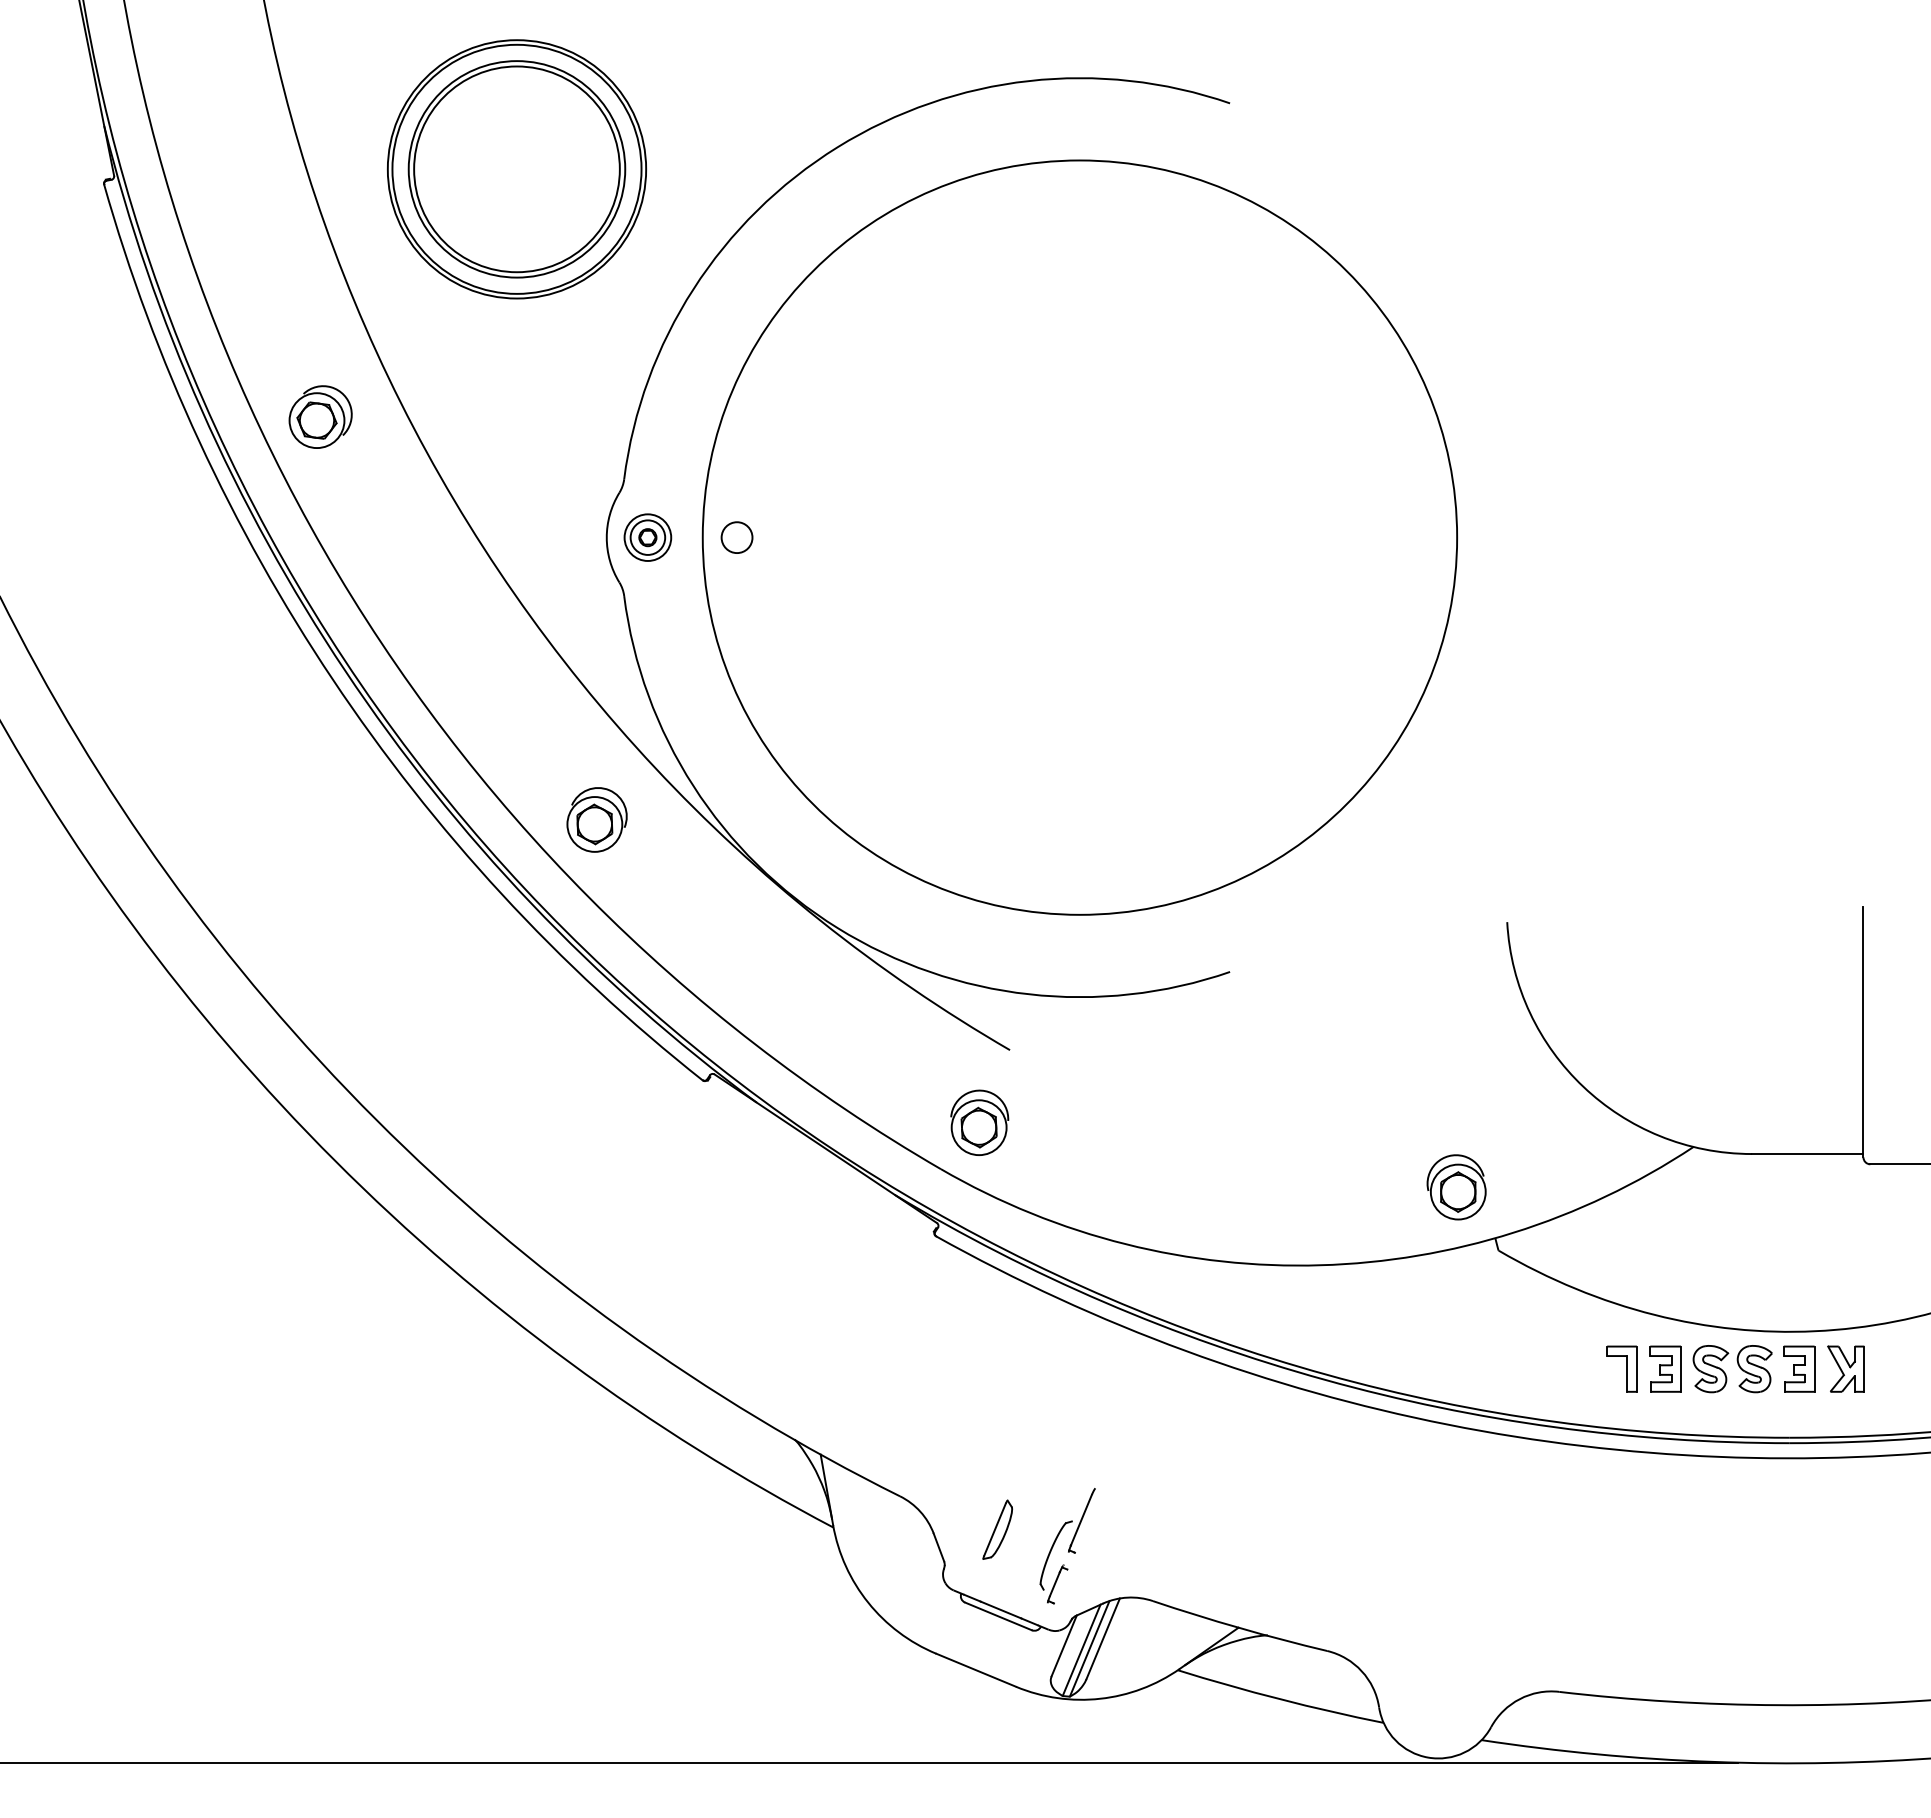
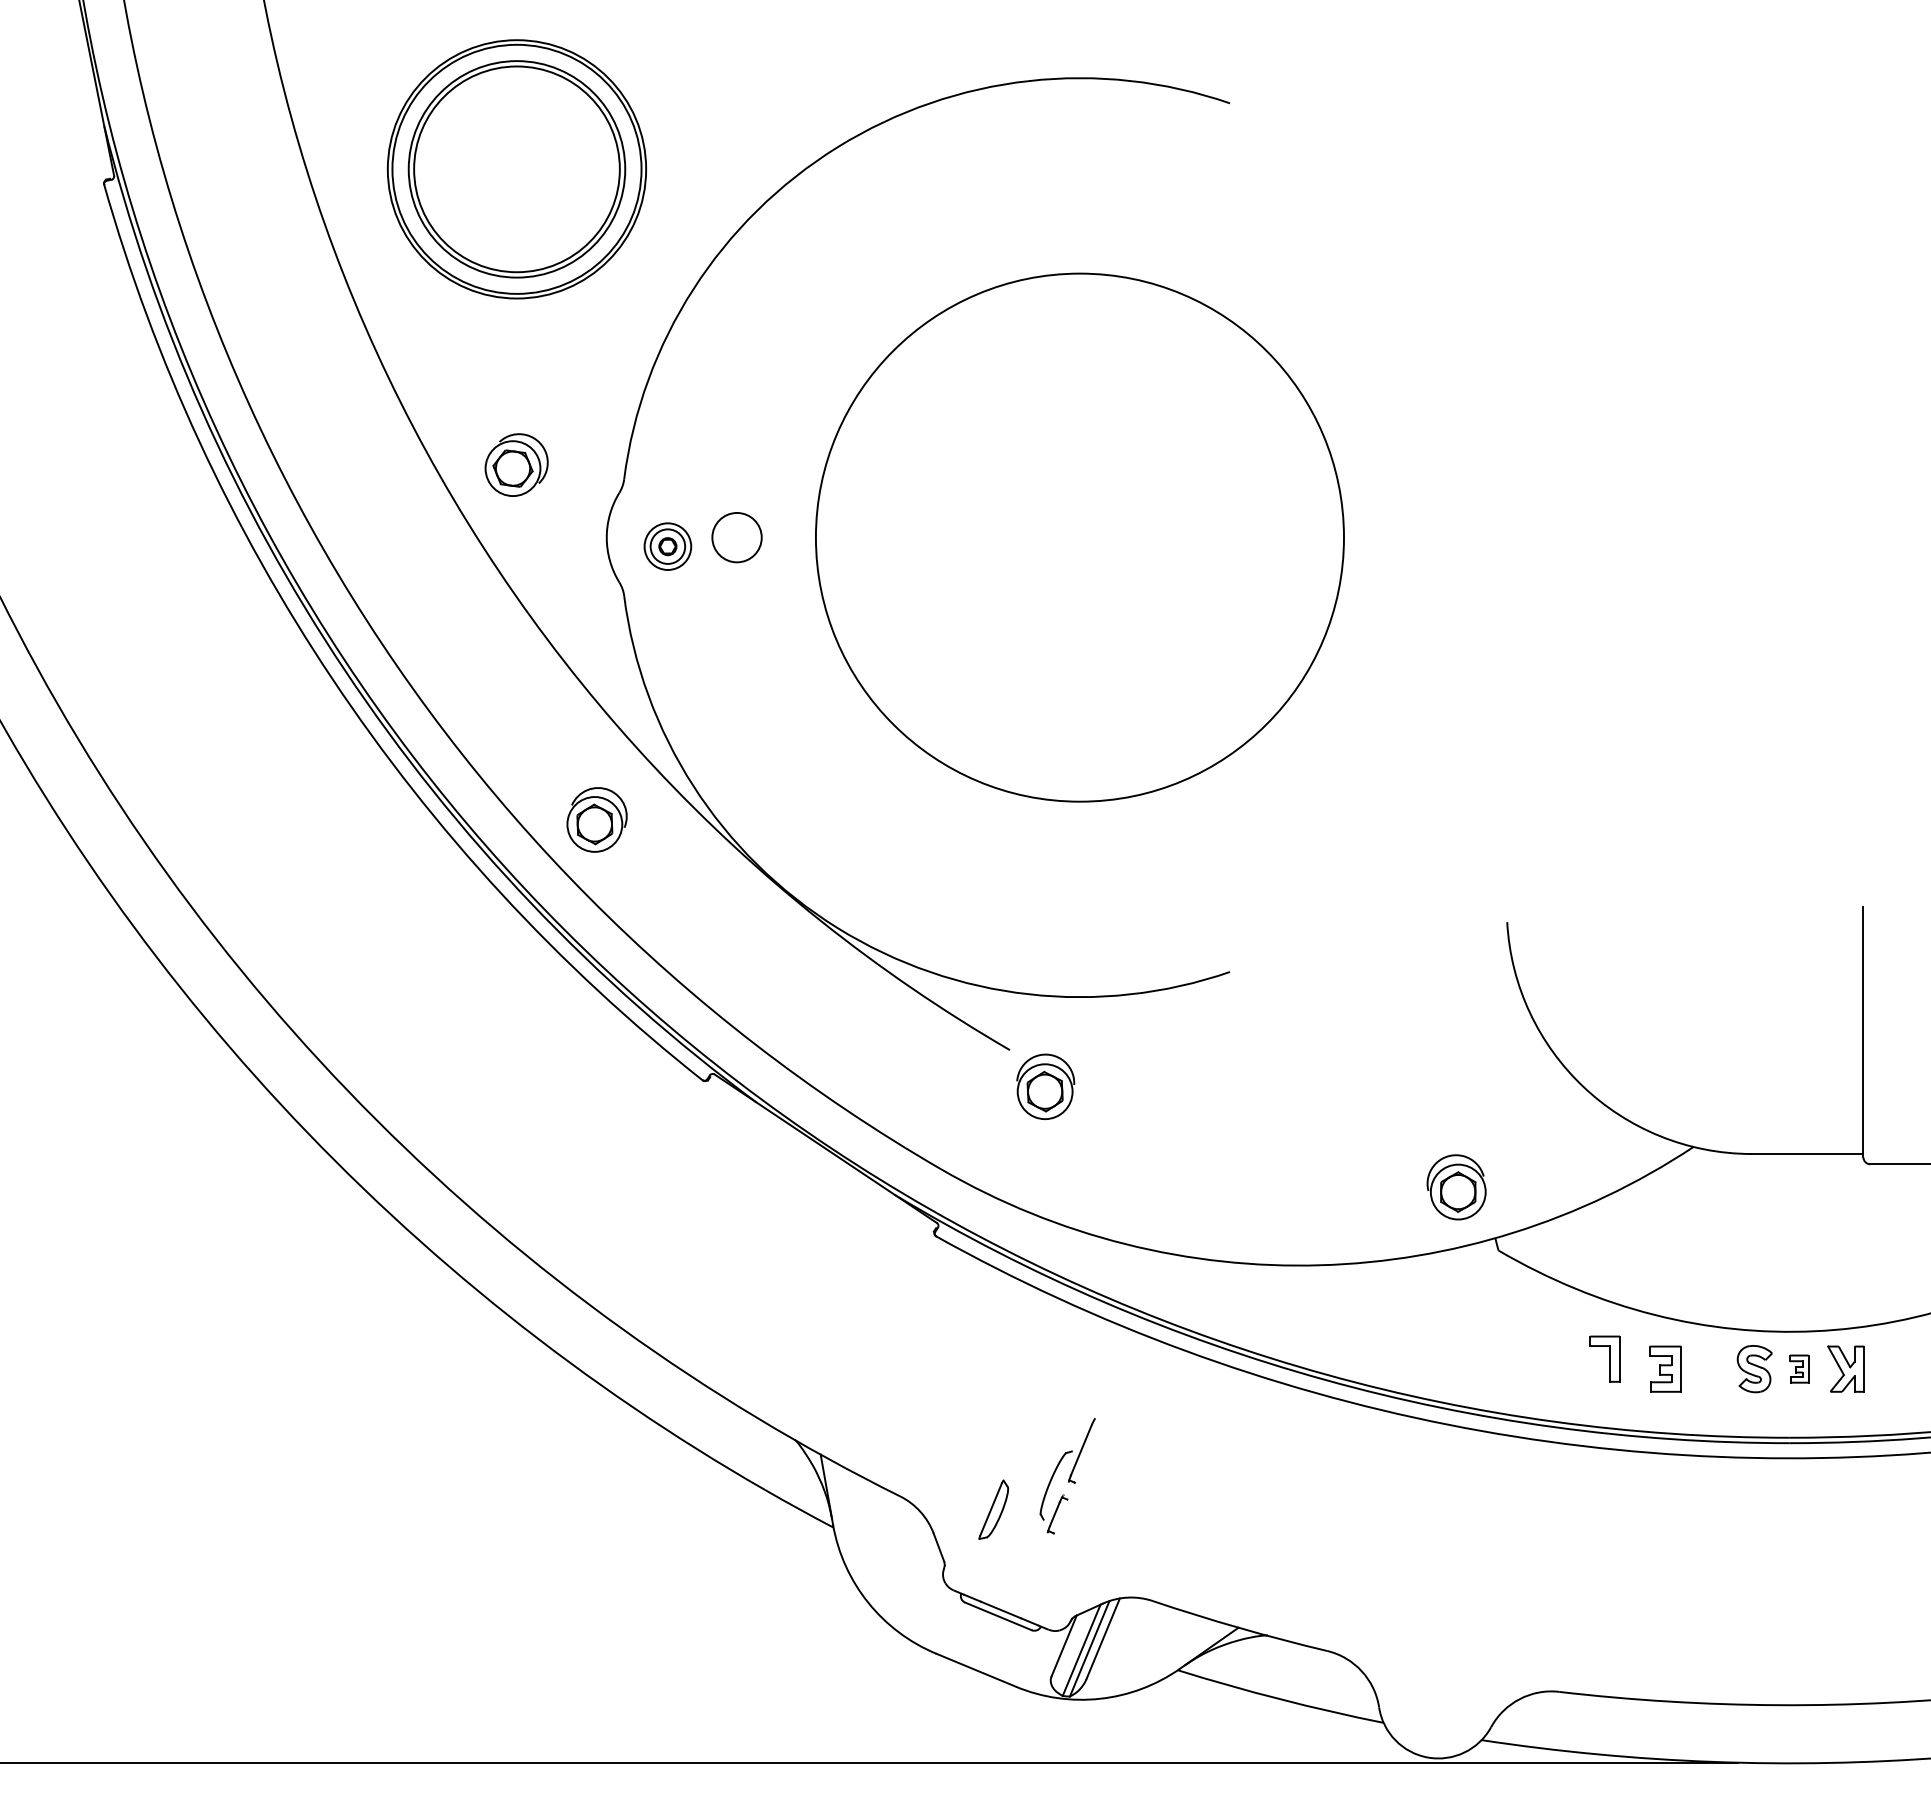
part at (320, 416) position: (320, 416) -> (516, 464)
part at (647, 537) position: (647, 537) -> (667, 546)
circle at (736, 537) diameter: 31 px -> 49 px
circle at (1079, 537) diameter: 754 px -> 528 px
part at (979, 1122) position: (979, 1122) -> (1045, 1086)
part at (1621, 1368) position: (1621, 1368) -> (1604, 1358)
part at (1799, 1368) size: 33x48 px -> 21x30 px
part at (1710, 1369): present -> none
part at (997, 1529) position: (997, 1529) -> (993, 1509)
part at (1067, 1546) position: (1067, 1546) -> (1067, 1476)
